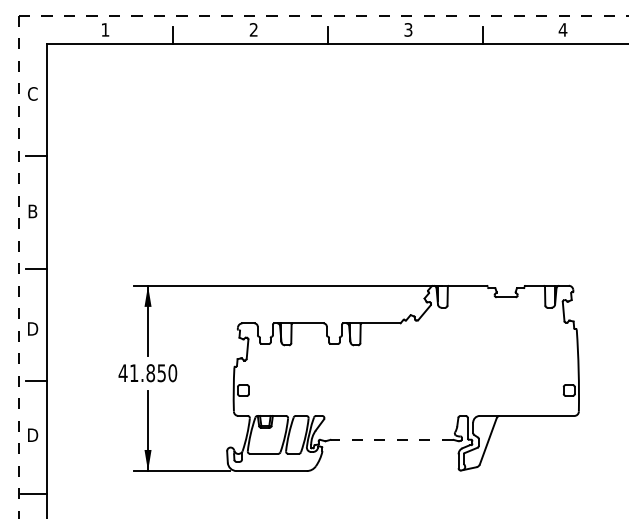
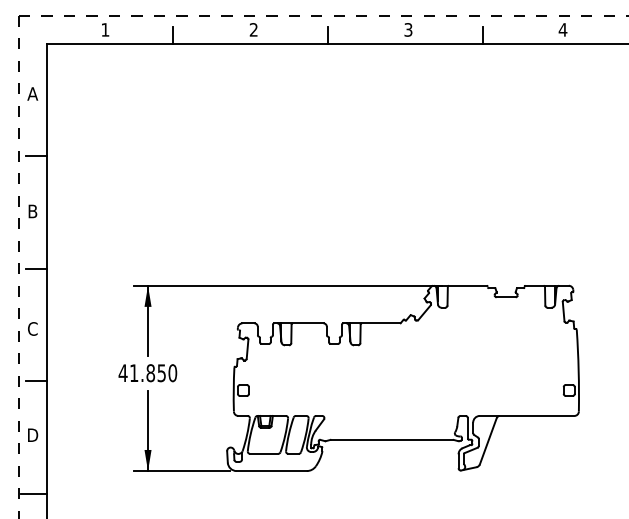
text at (32, 93): C -> A
text at (33, 328): D -> C
line at (391, 439): dashed -> solid
